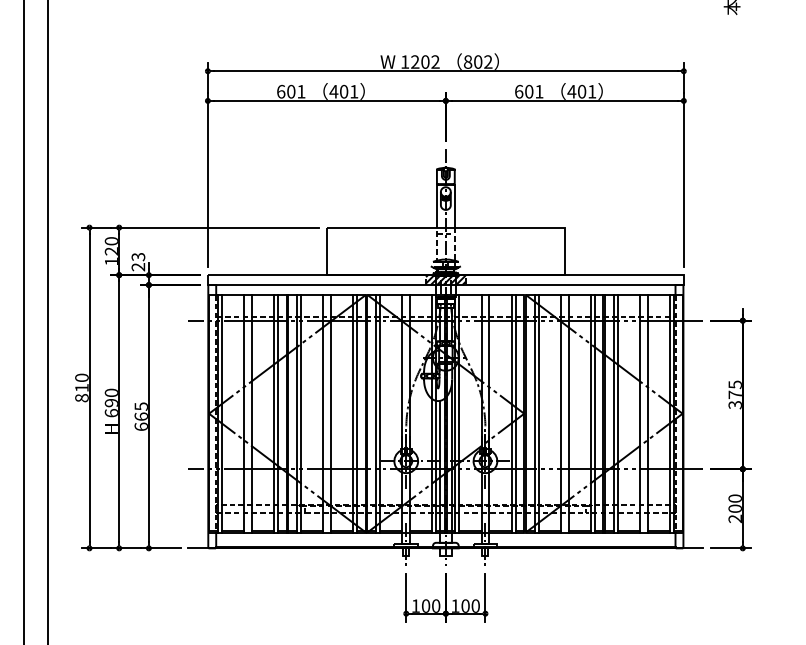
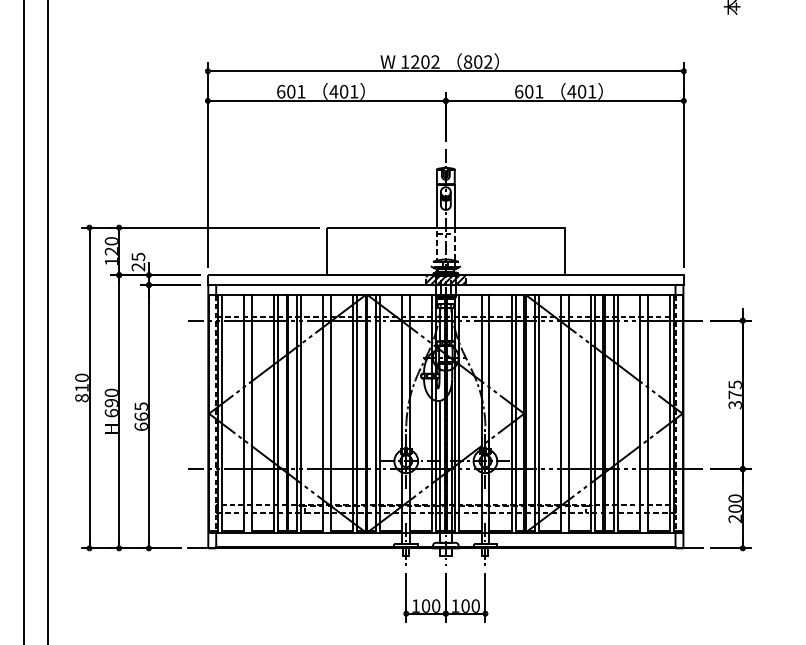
text at (137, 256): 23 -> 25
